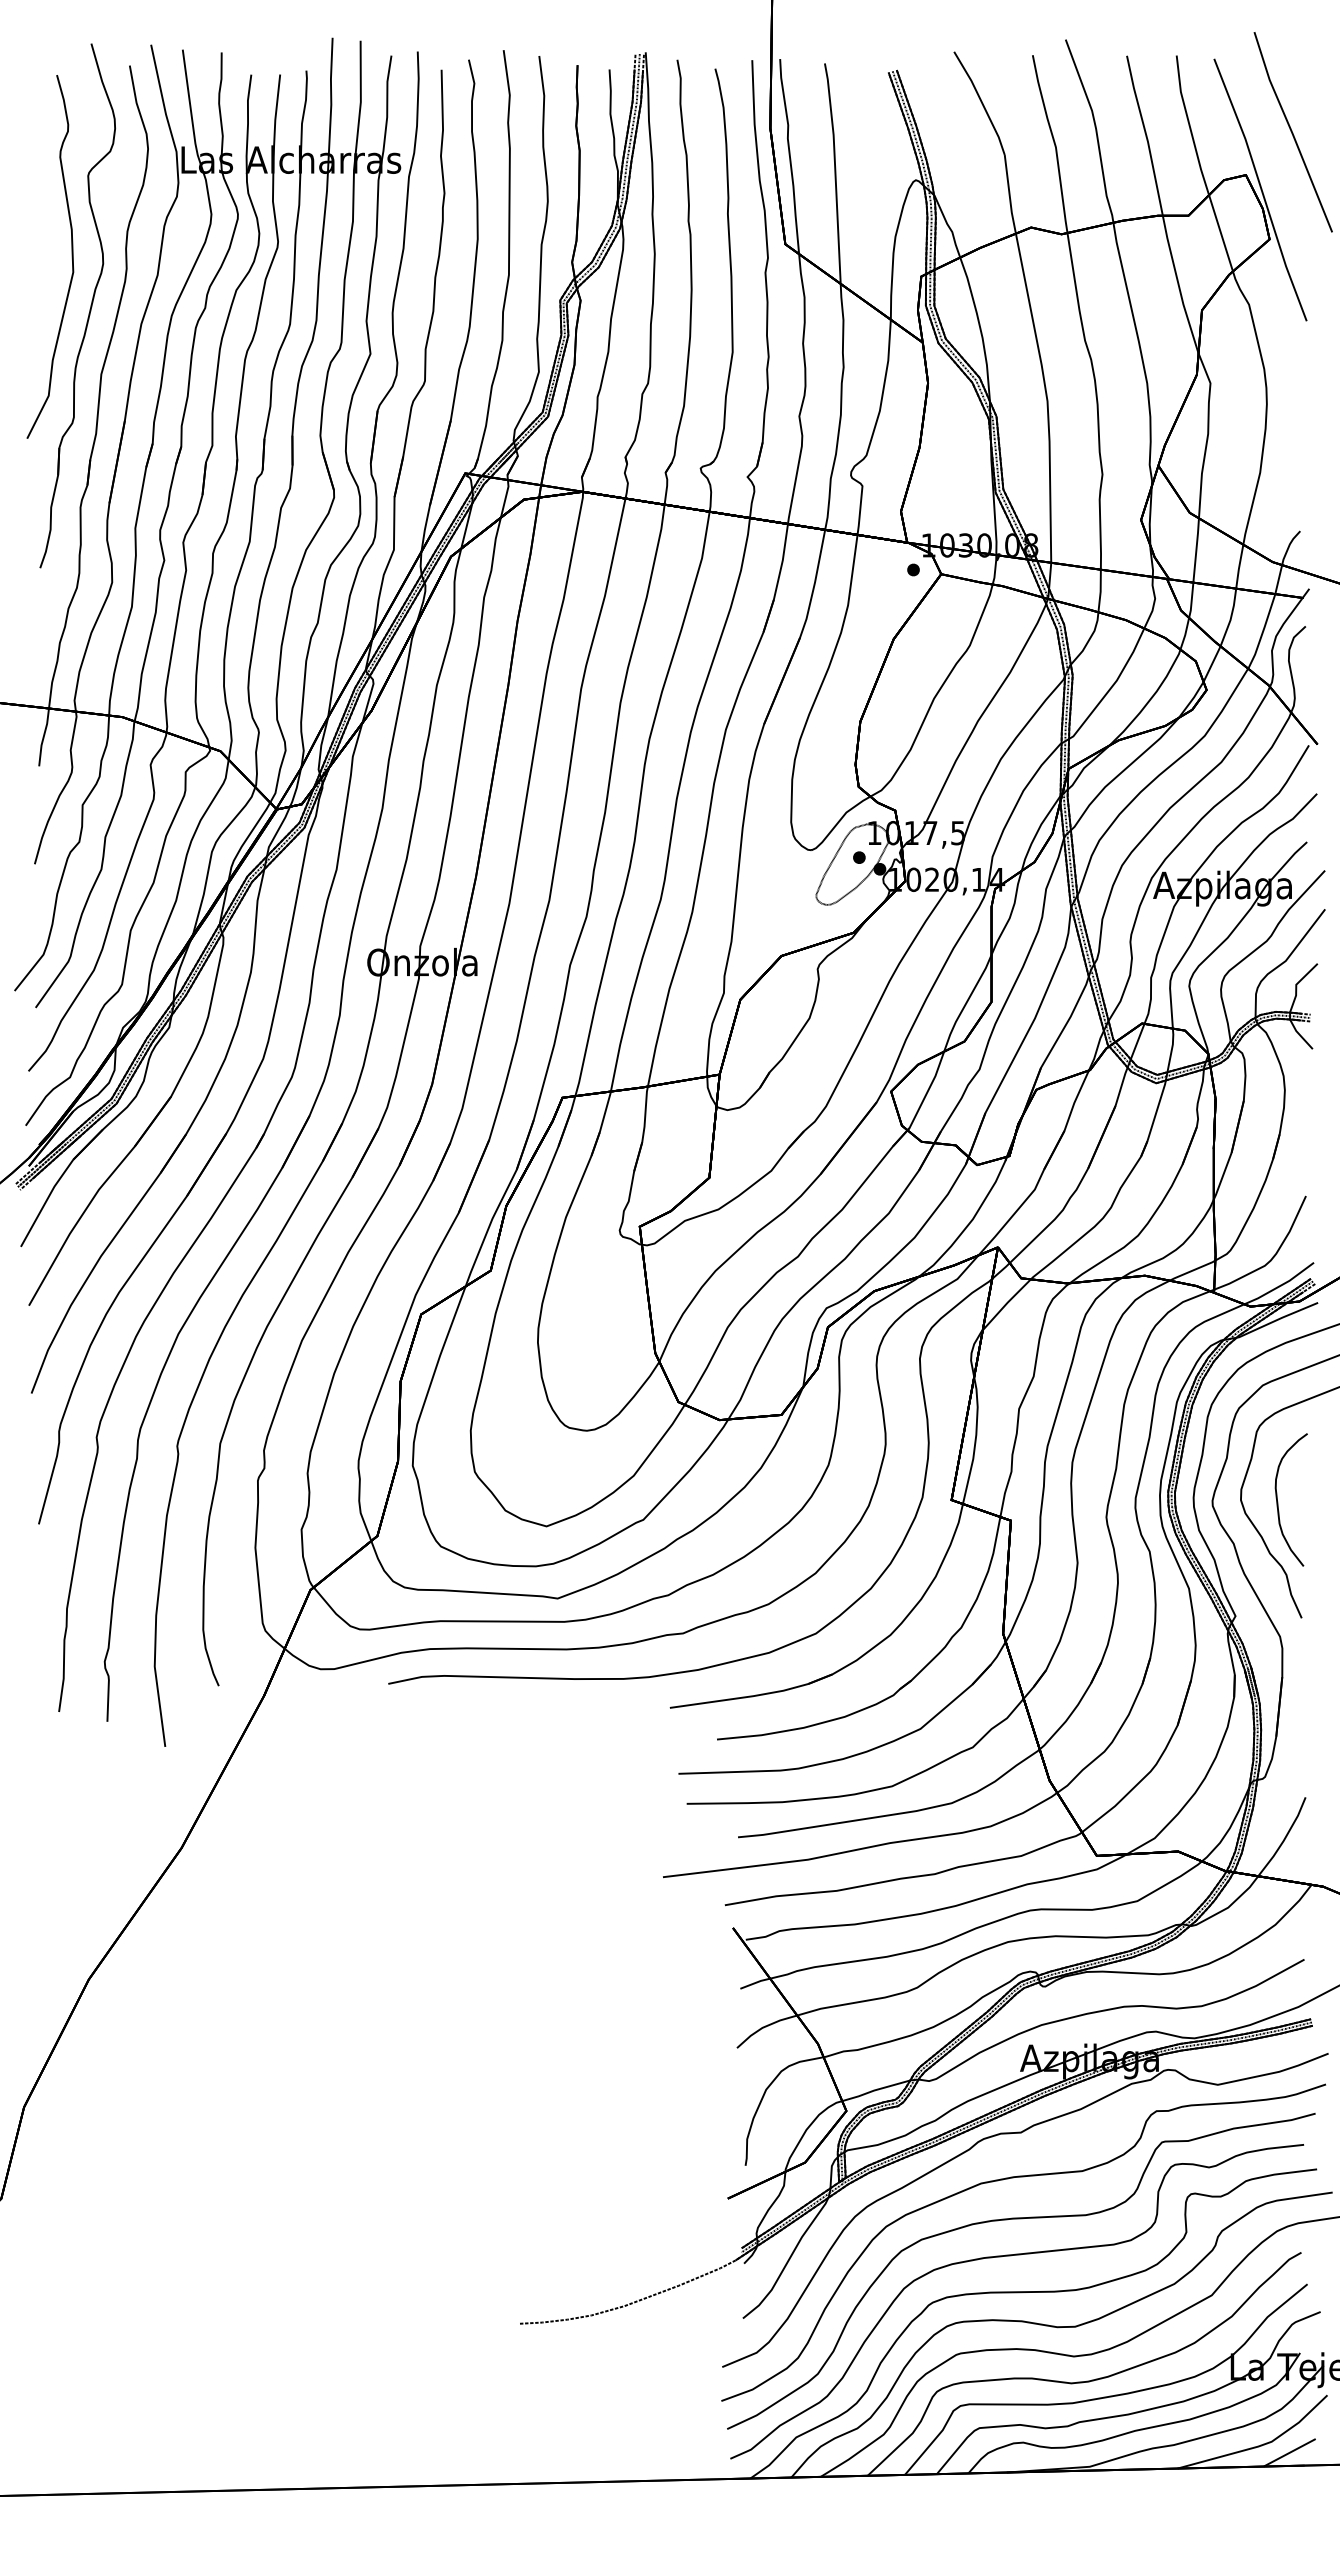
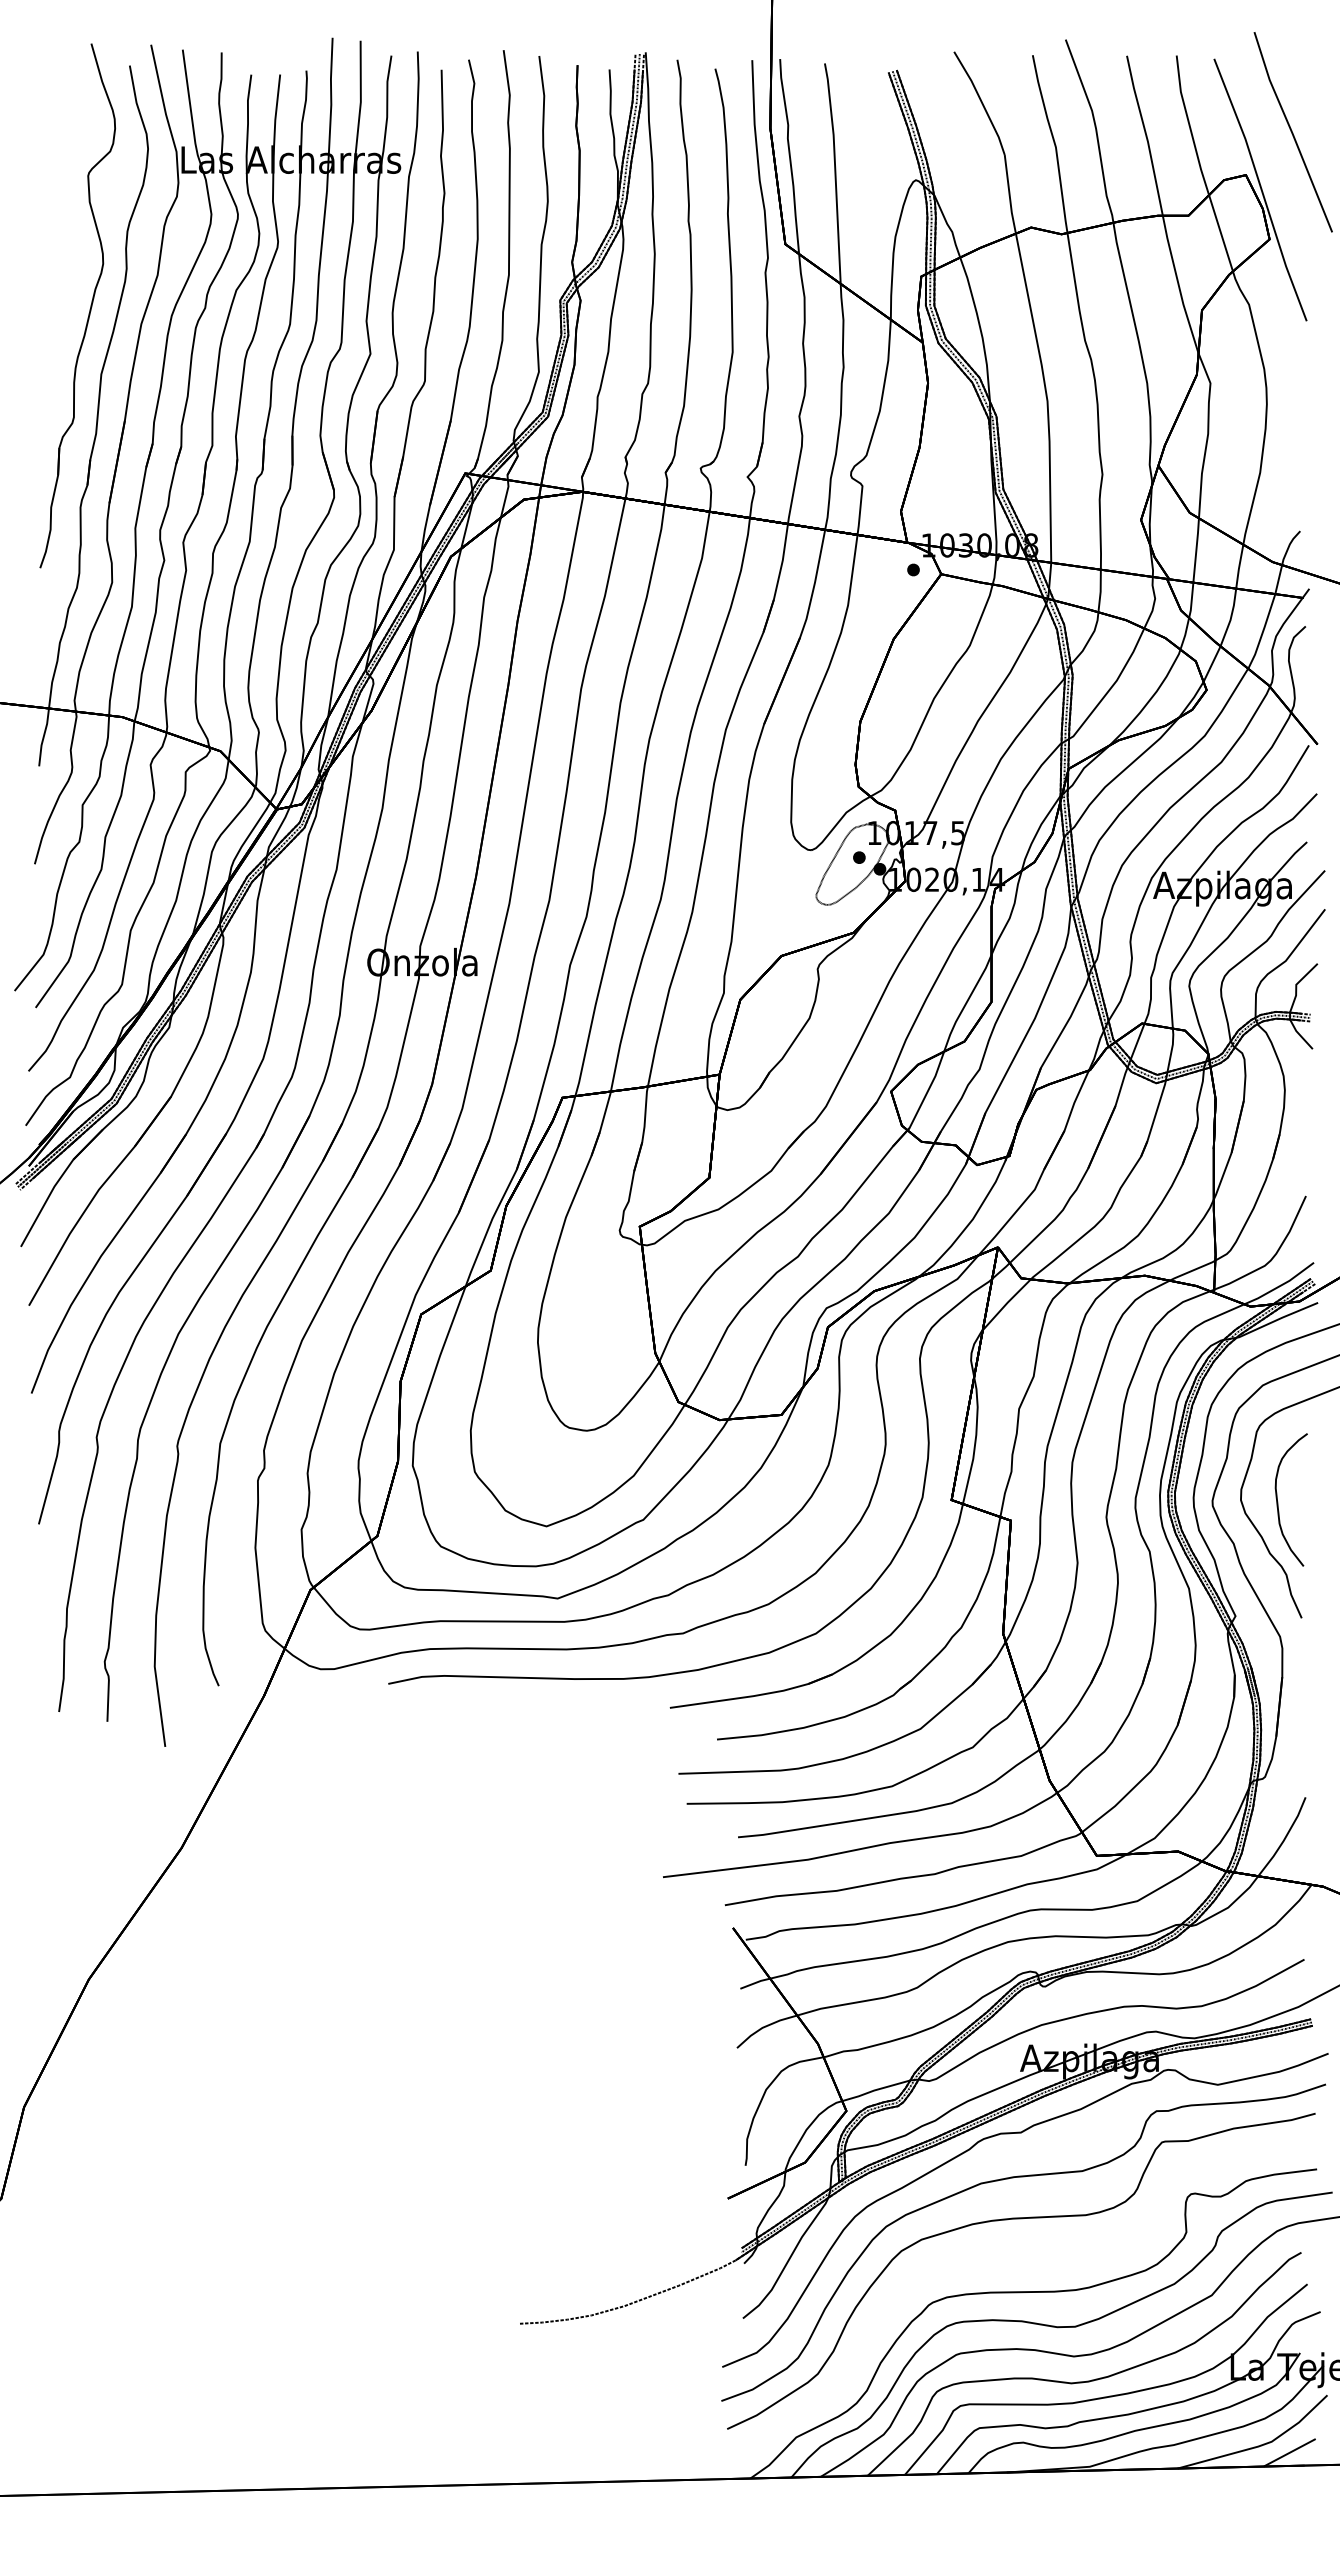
part at (71, 256): present -> none
part at (1011, 2256): present -> none
